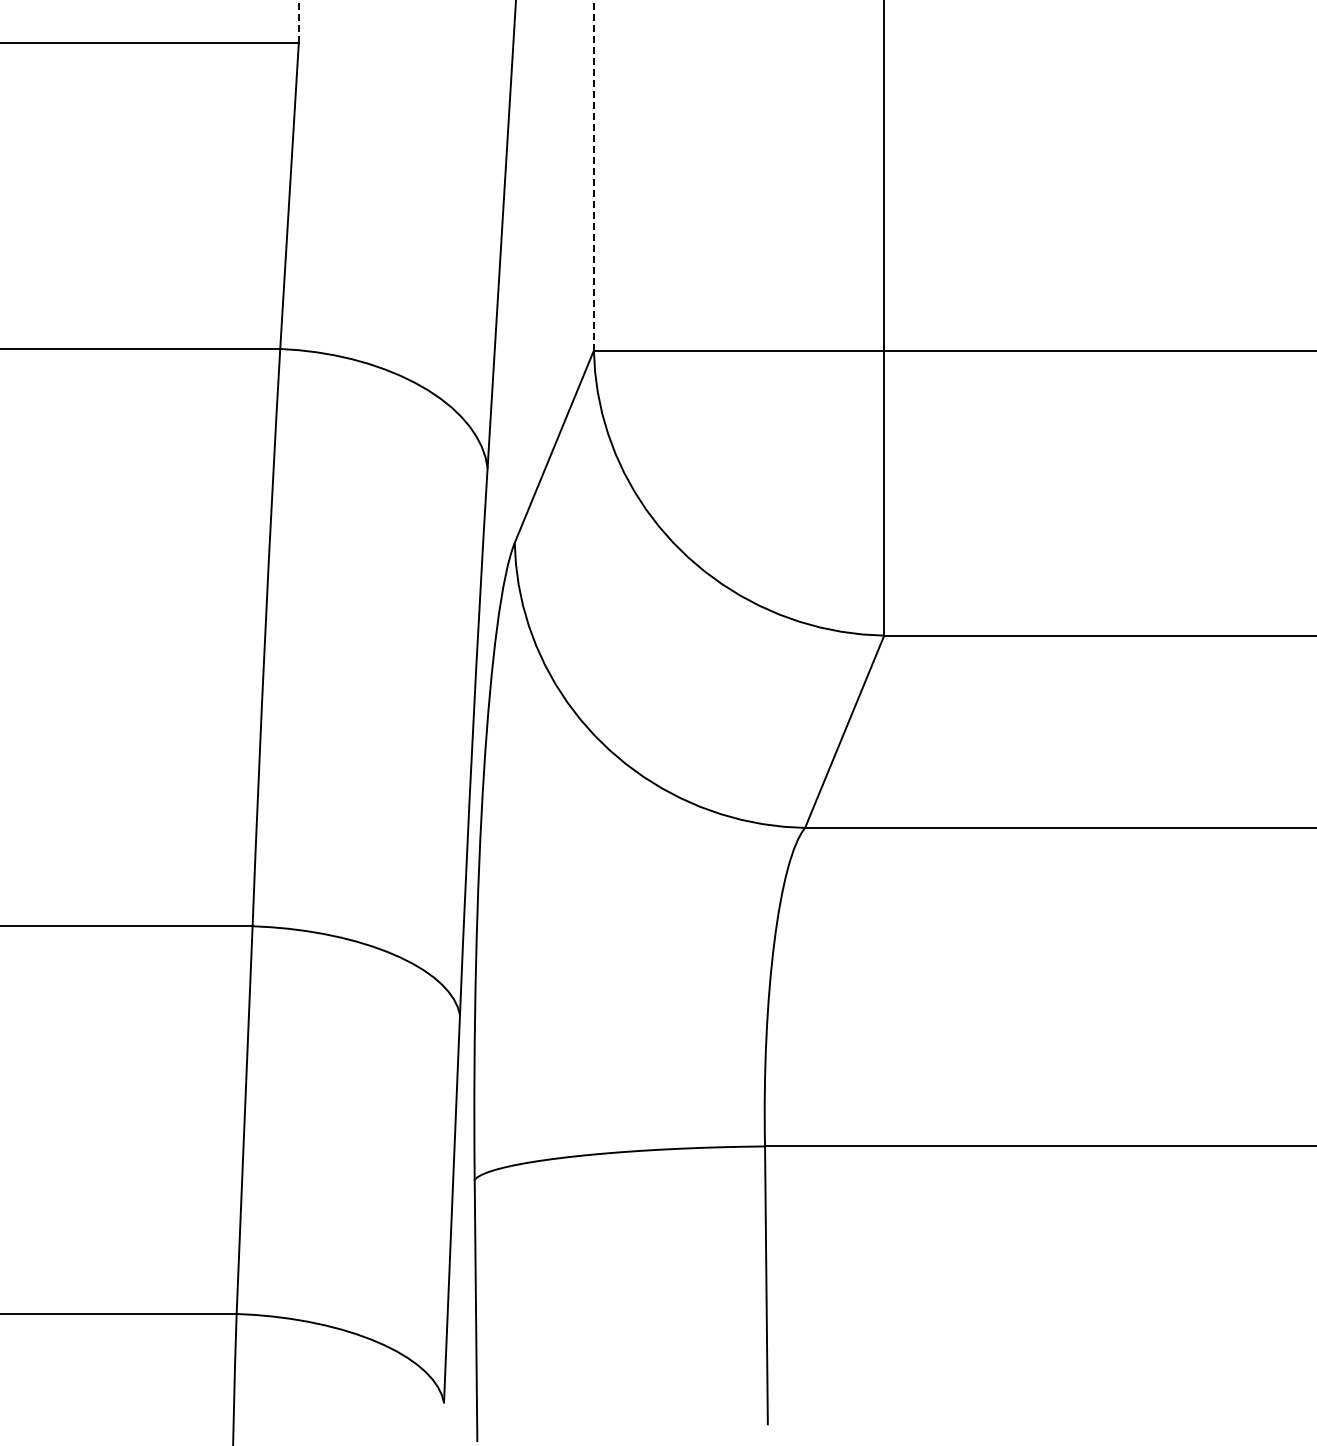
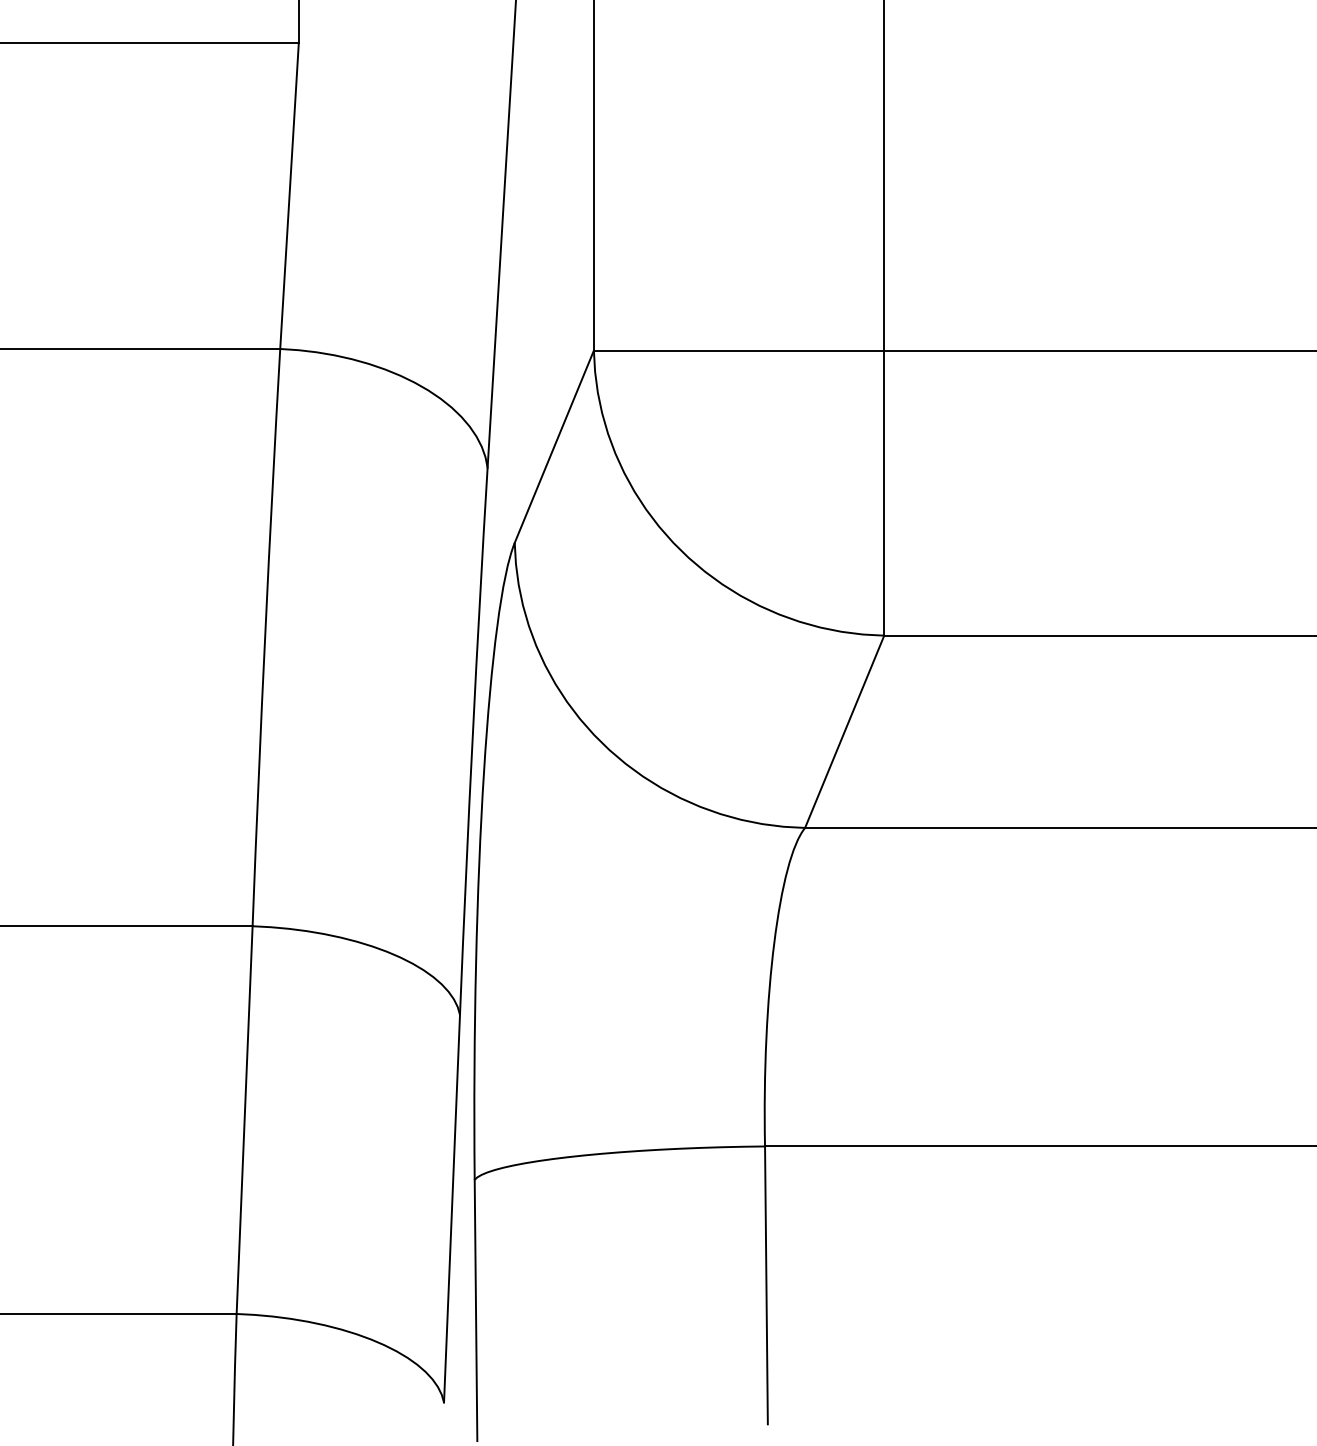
line at (298, 21): dashed -> solid
line at (593, 175): dashed -> solid
